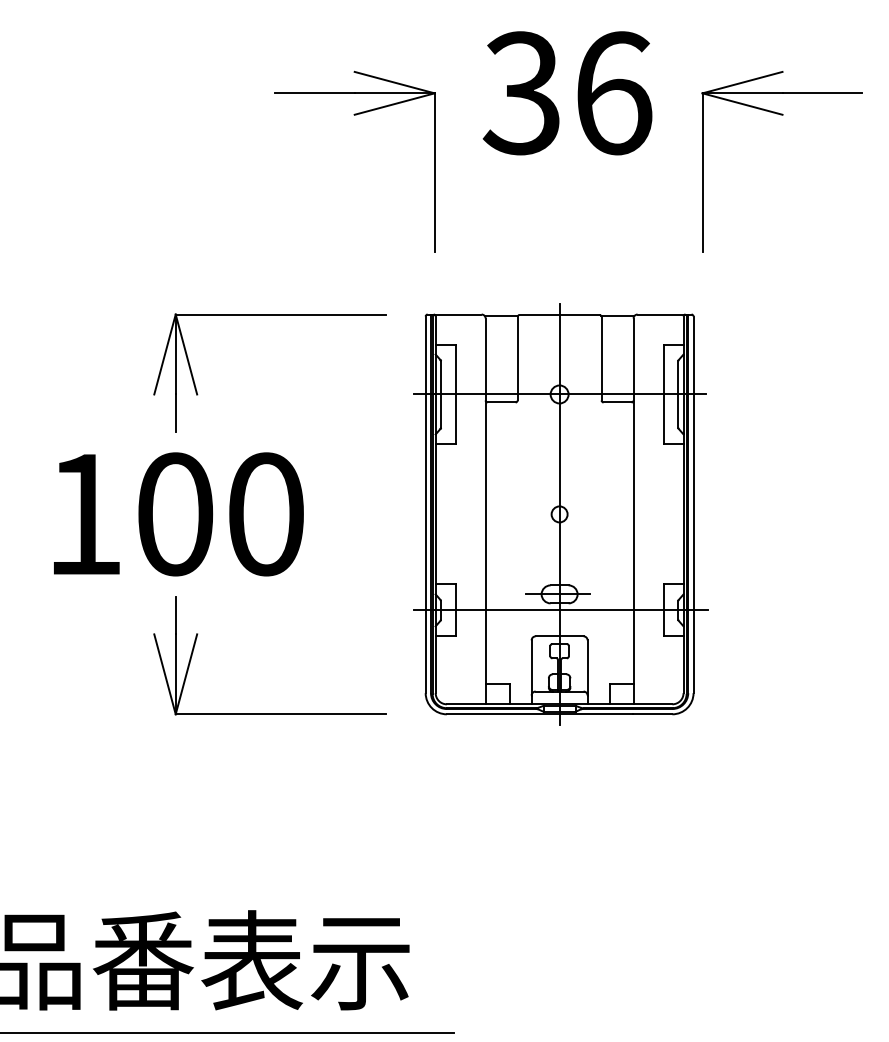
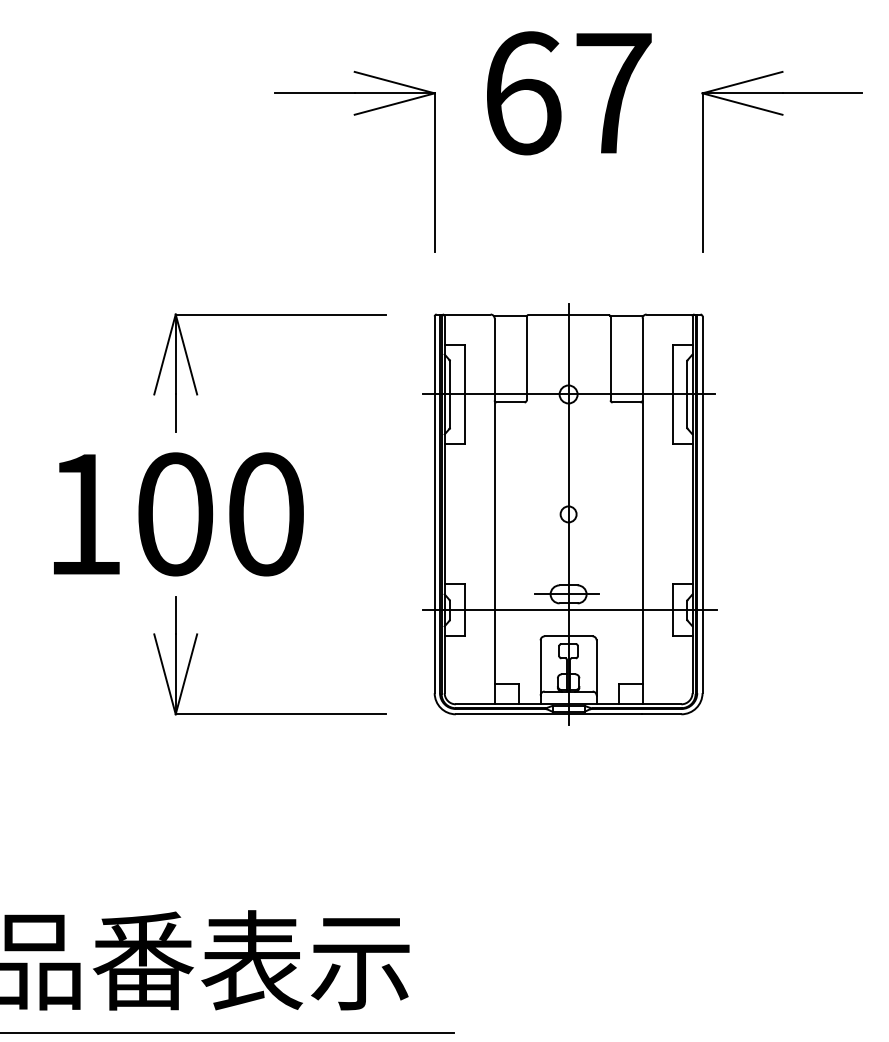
text at (567, 93): 36 -> 67
part at (560, 514) position: (560, 514) -> (569, 514)
